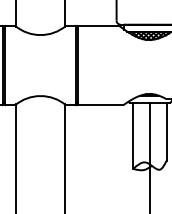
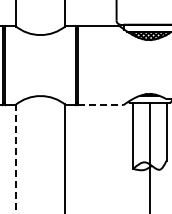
line at (101, 105): solid -> dashed
line at (16, 159): solid -> dashed
